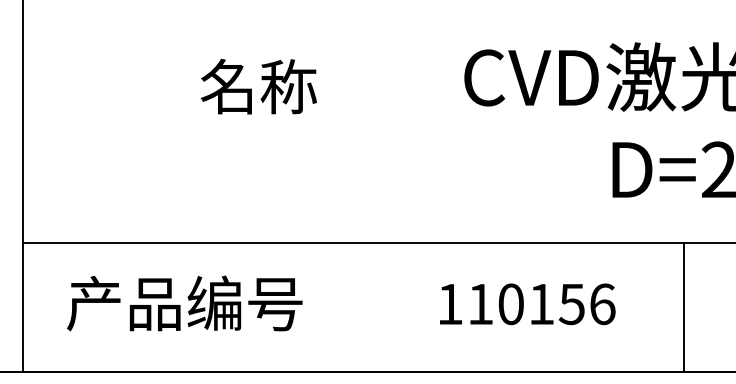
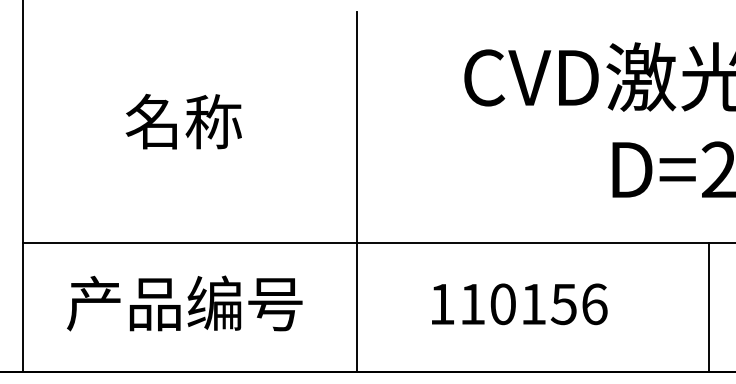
text at (258, 86) position: (258, 86) -> (183, 121)
line at (356, 191): none -> present
text at (527, 304) position: (527, 304) -> (519, 304)
line at (683, 307) position: (683, 307) -> (708, 307)
